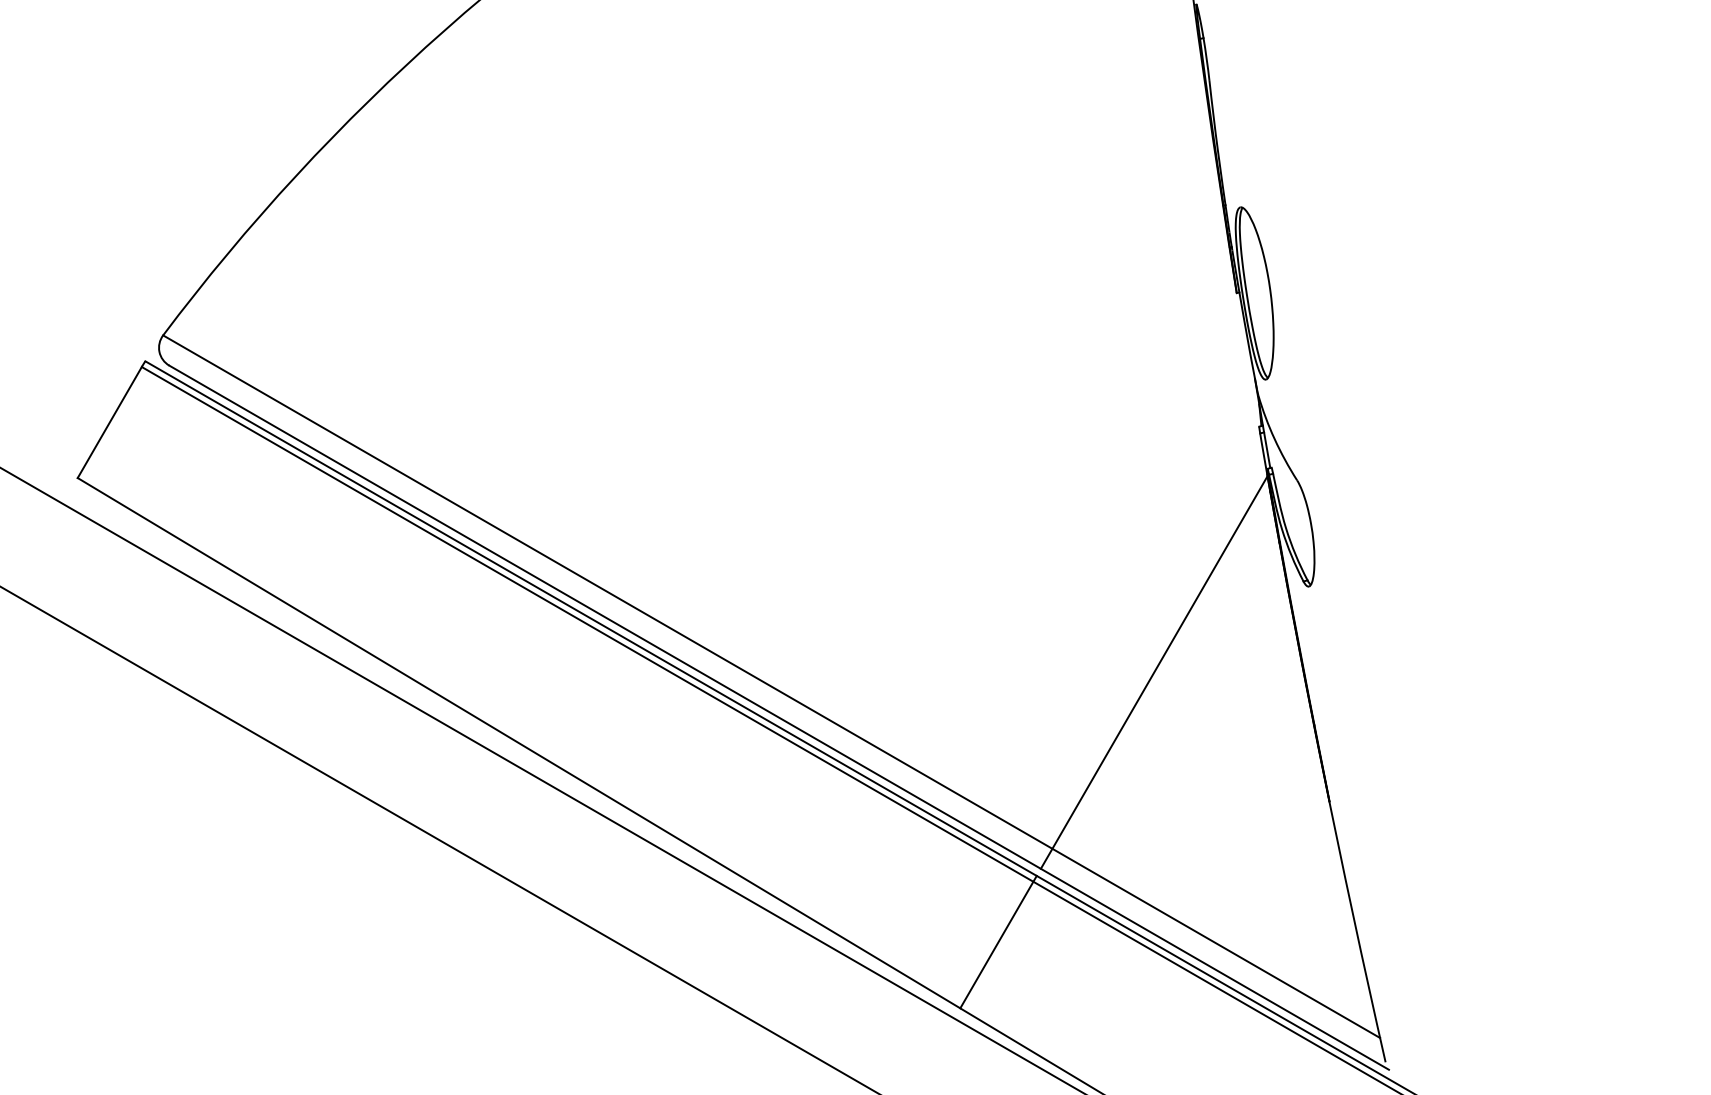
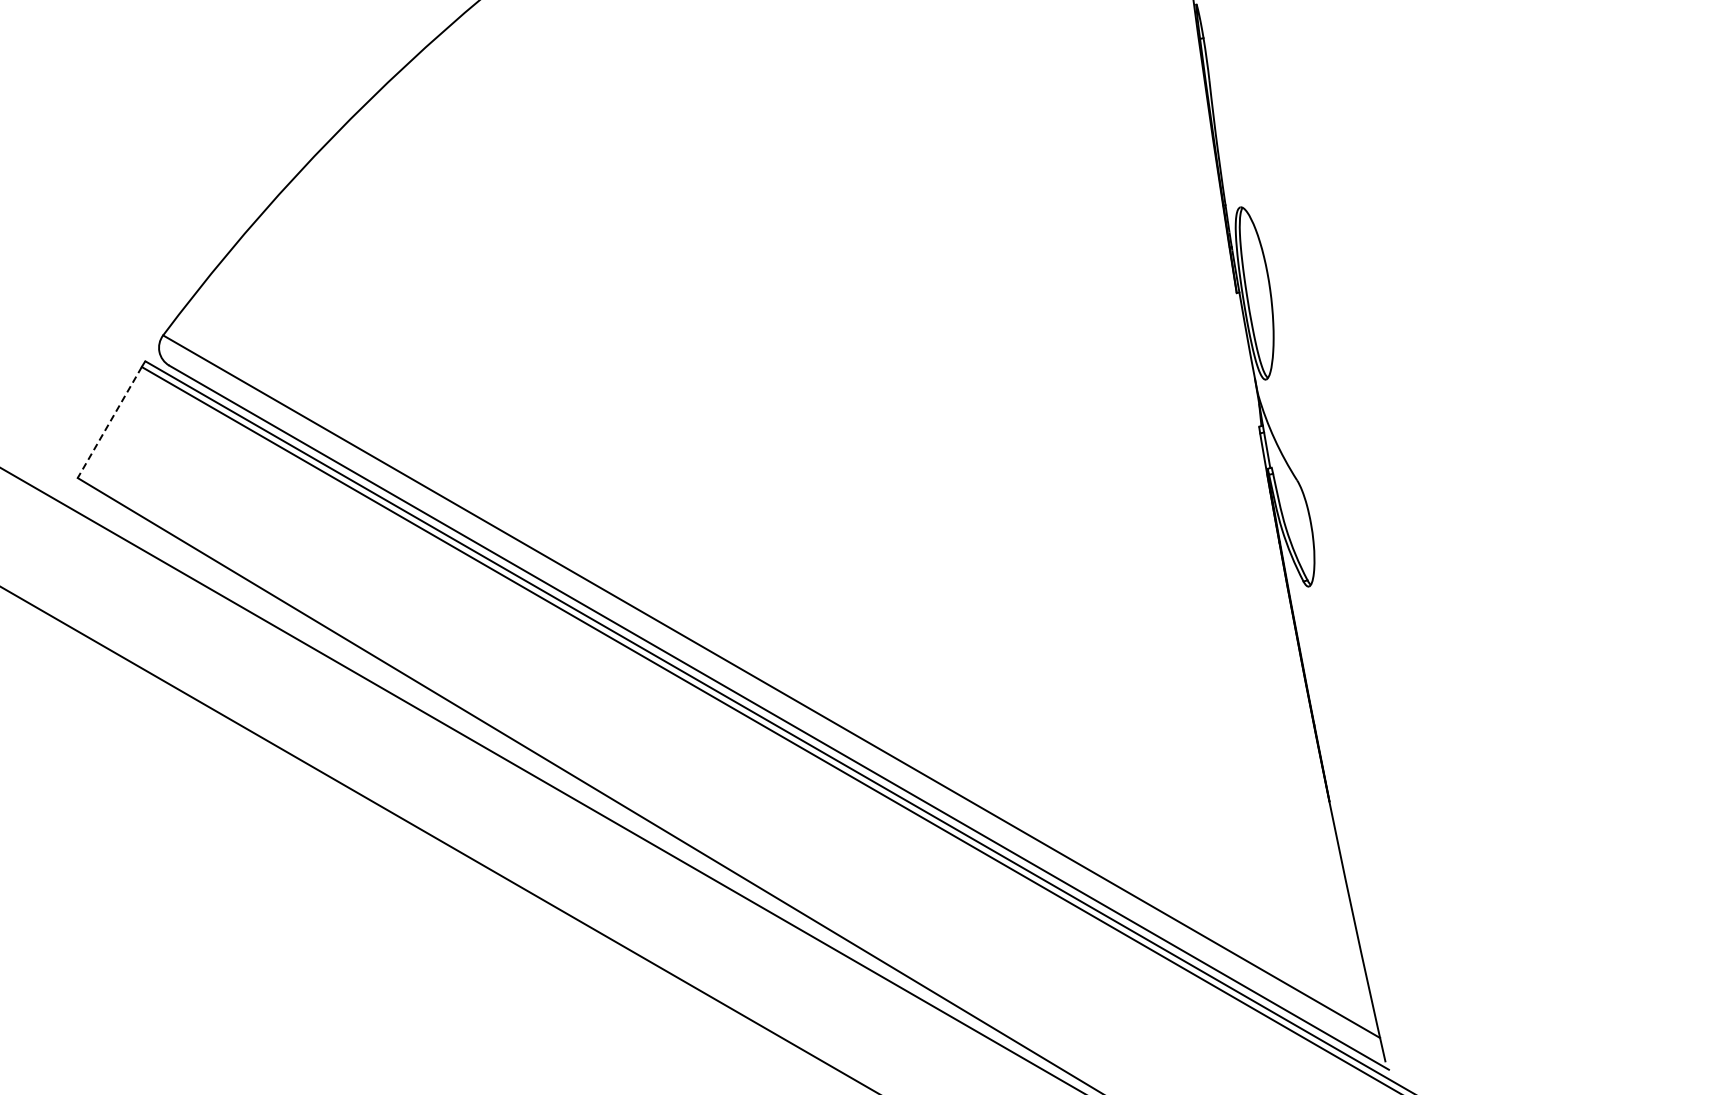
line at (109, 422): solid -> dashed
line at (1153, 672): present -> none
line at (998, 941): present -> none
